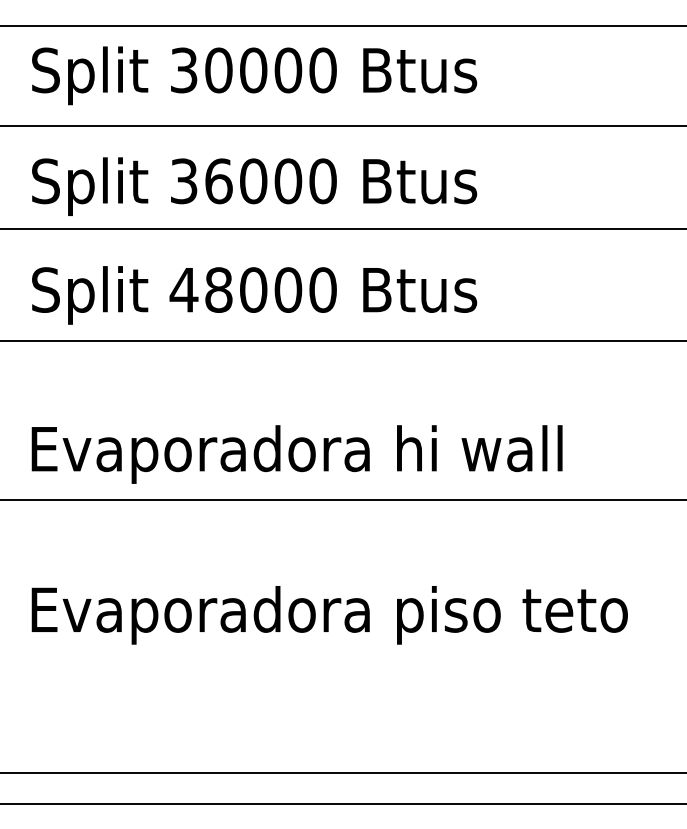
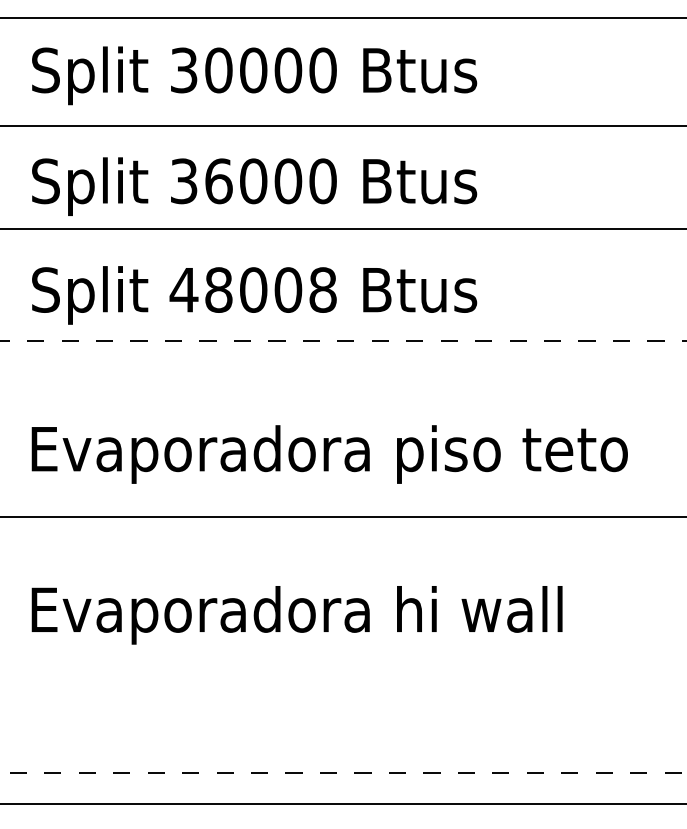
line at (342, 25) position: (342, 25) -> (342, 17)
text at (322, 289): 48000 -> 48008
line at (343, 340): solid -> dashed
text at (512, 454): Evaporadora hi wall -> Evaporadora piso teto
line at (342, 499) position: (342, 499) -> (342, 516)
text at (512, 615): Evaporadora piso teto -> Evaporadora hi wall
line at (343, 773): solid -> dashed
